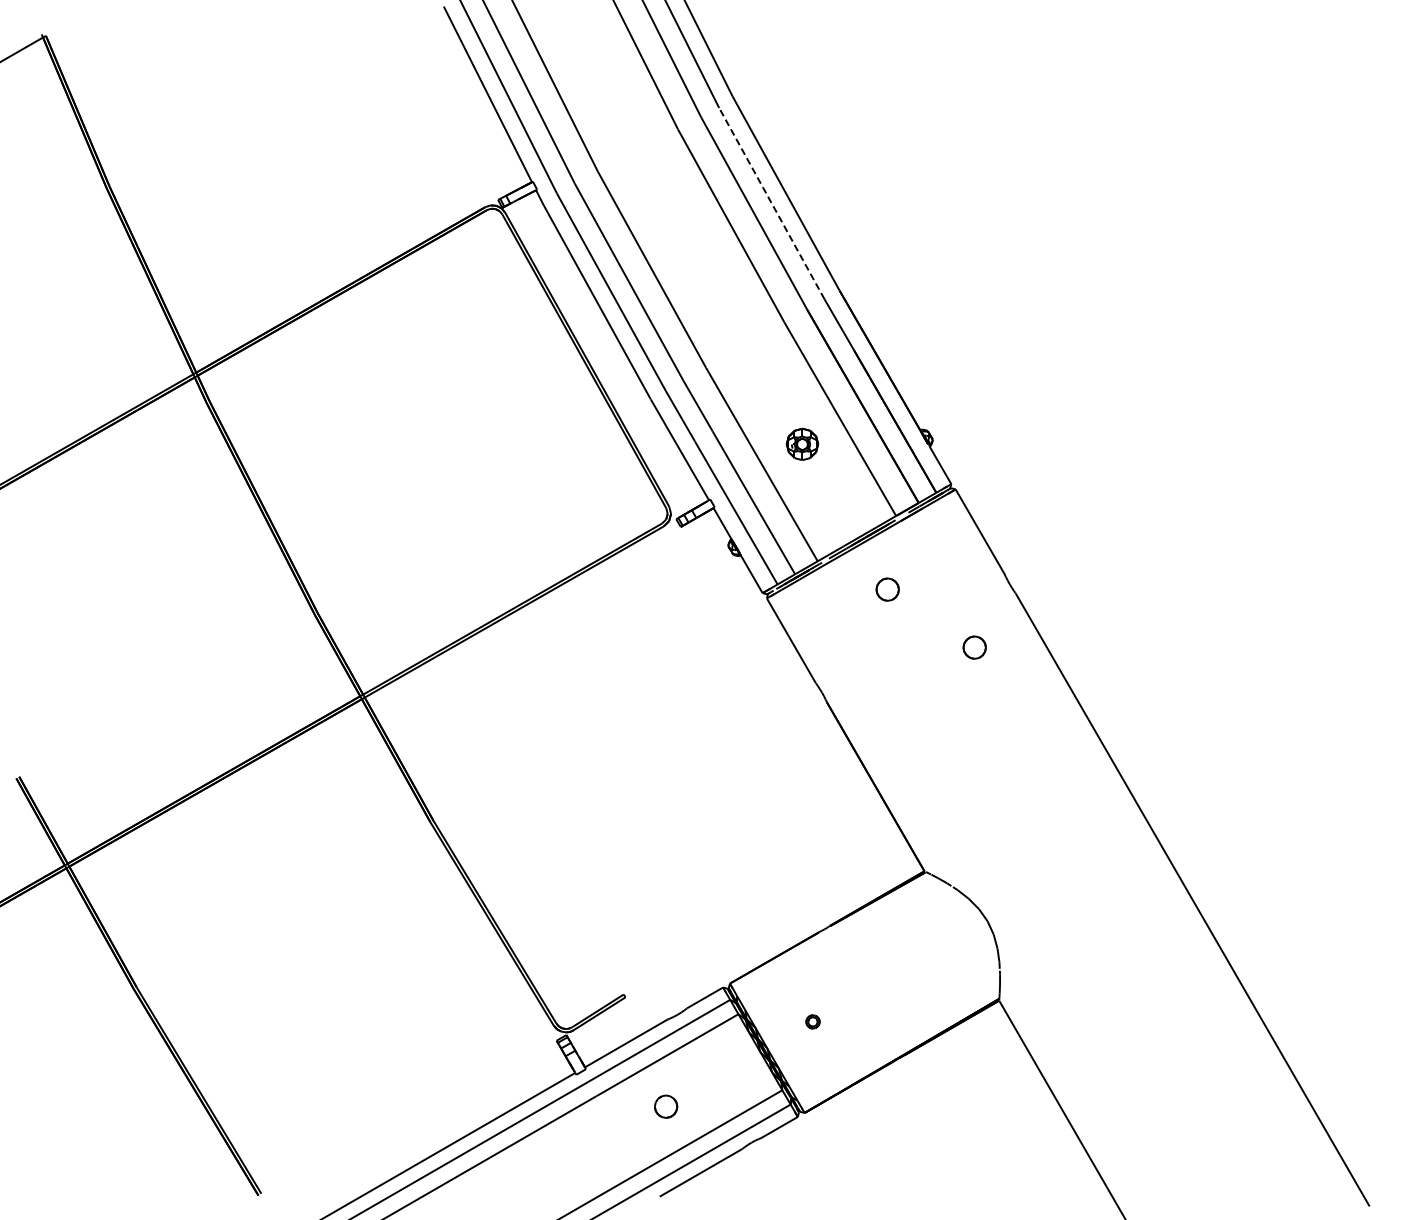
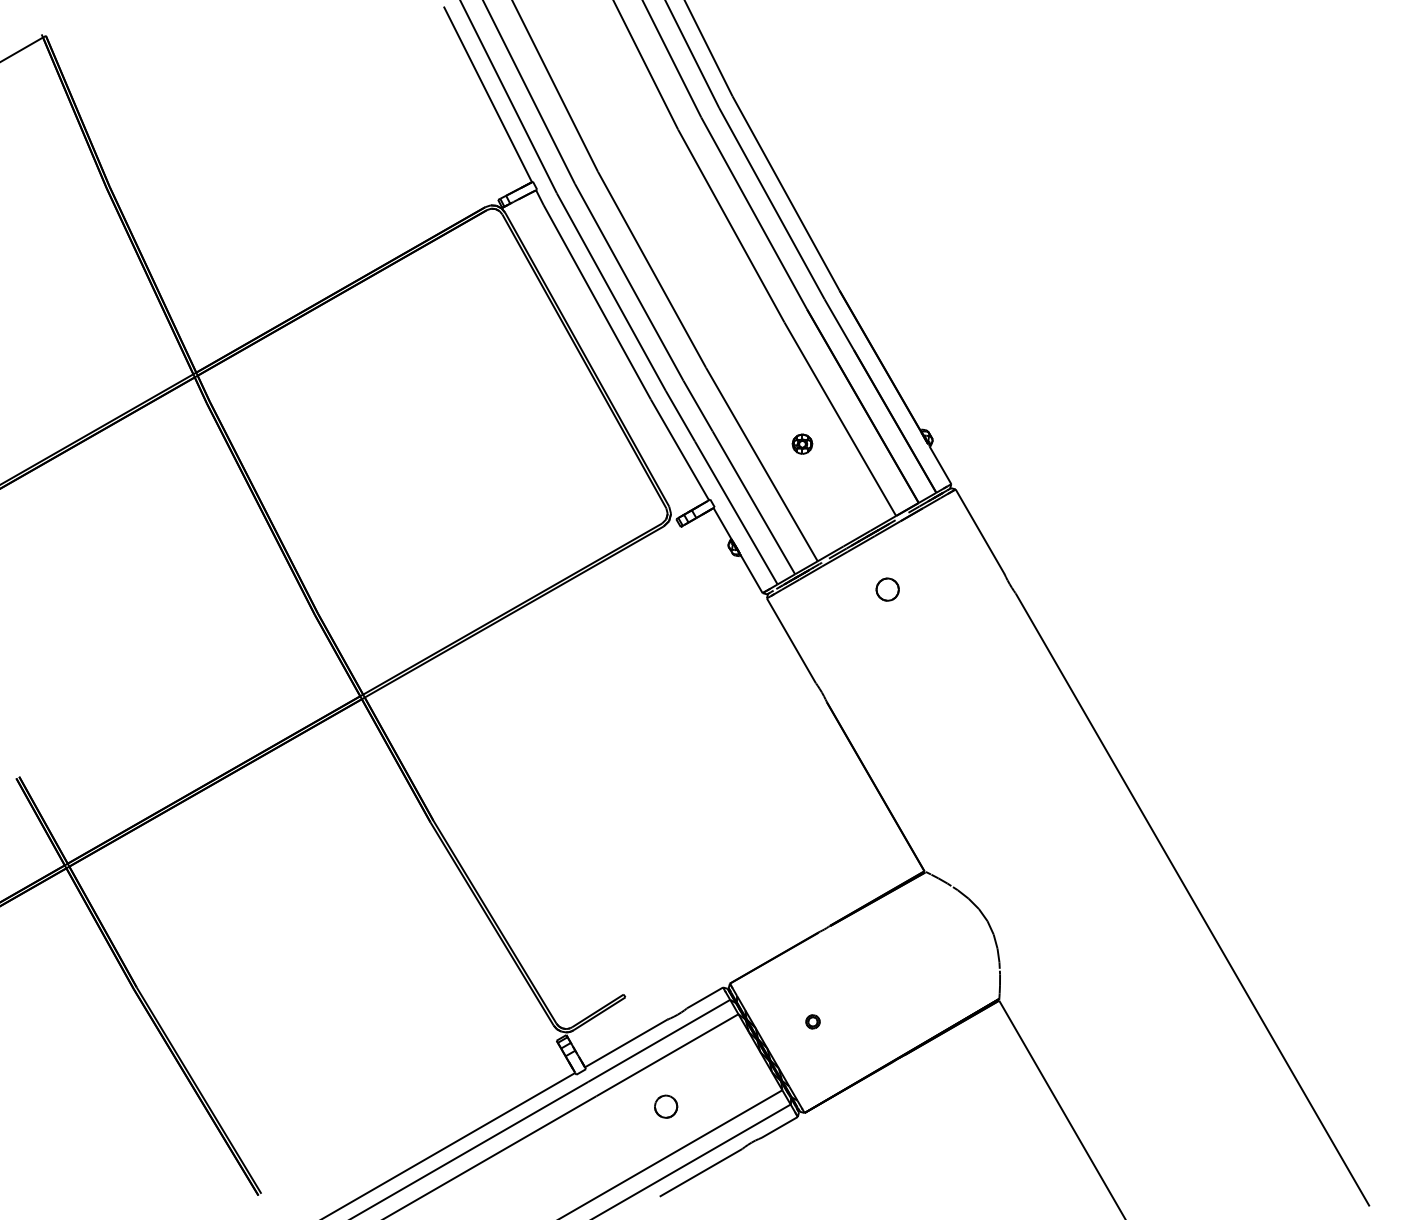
line at (771, 203): dashed -> solid
part at (802, 443) size: 35x34 px -> 23x22 px
part at (974, 647): present -> none
